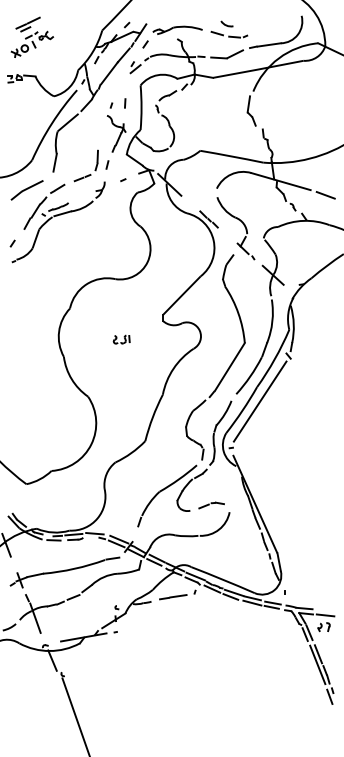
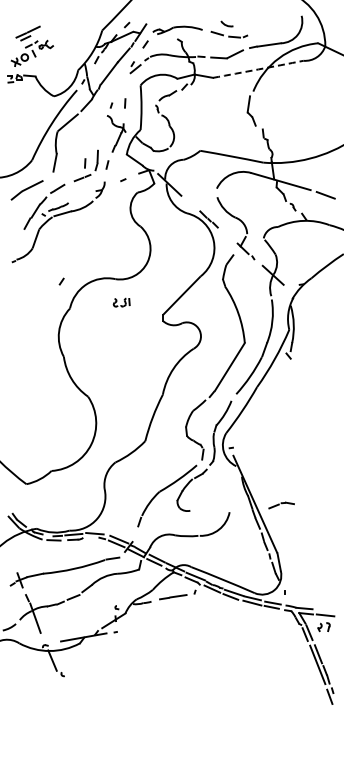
part at (32, 36) position: (32, 36) -> (32, 45)
arc at (258, 69): solid -> dashed
line at (85, 163): none -> present
line at (12, 243) position: (12, 243) -> (61, 281)
part at (121, 339) position: (121, 339) -> (121, 302)
line at (259, 401): present -> none
part at (211, 505) position: (211, 505) -> (281, 505)
line at (6, 544): present -> none
line at (75, 715): present -> none
